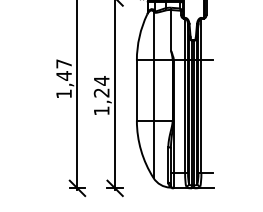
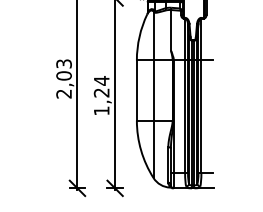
text at (63, 78): 1,47 -> 2,03
